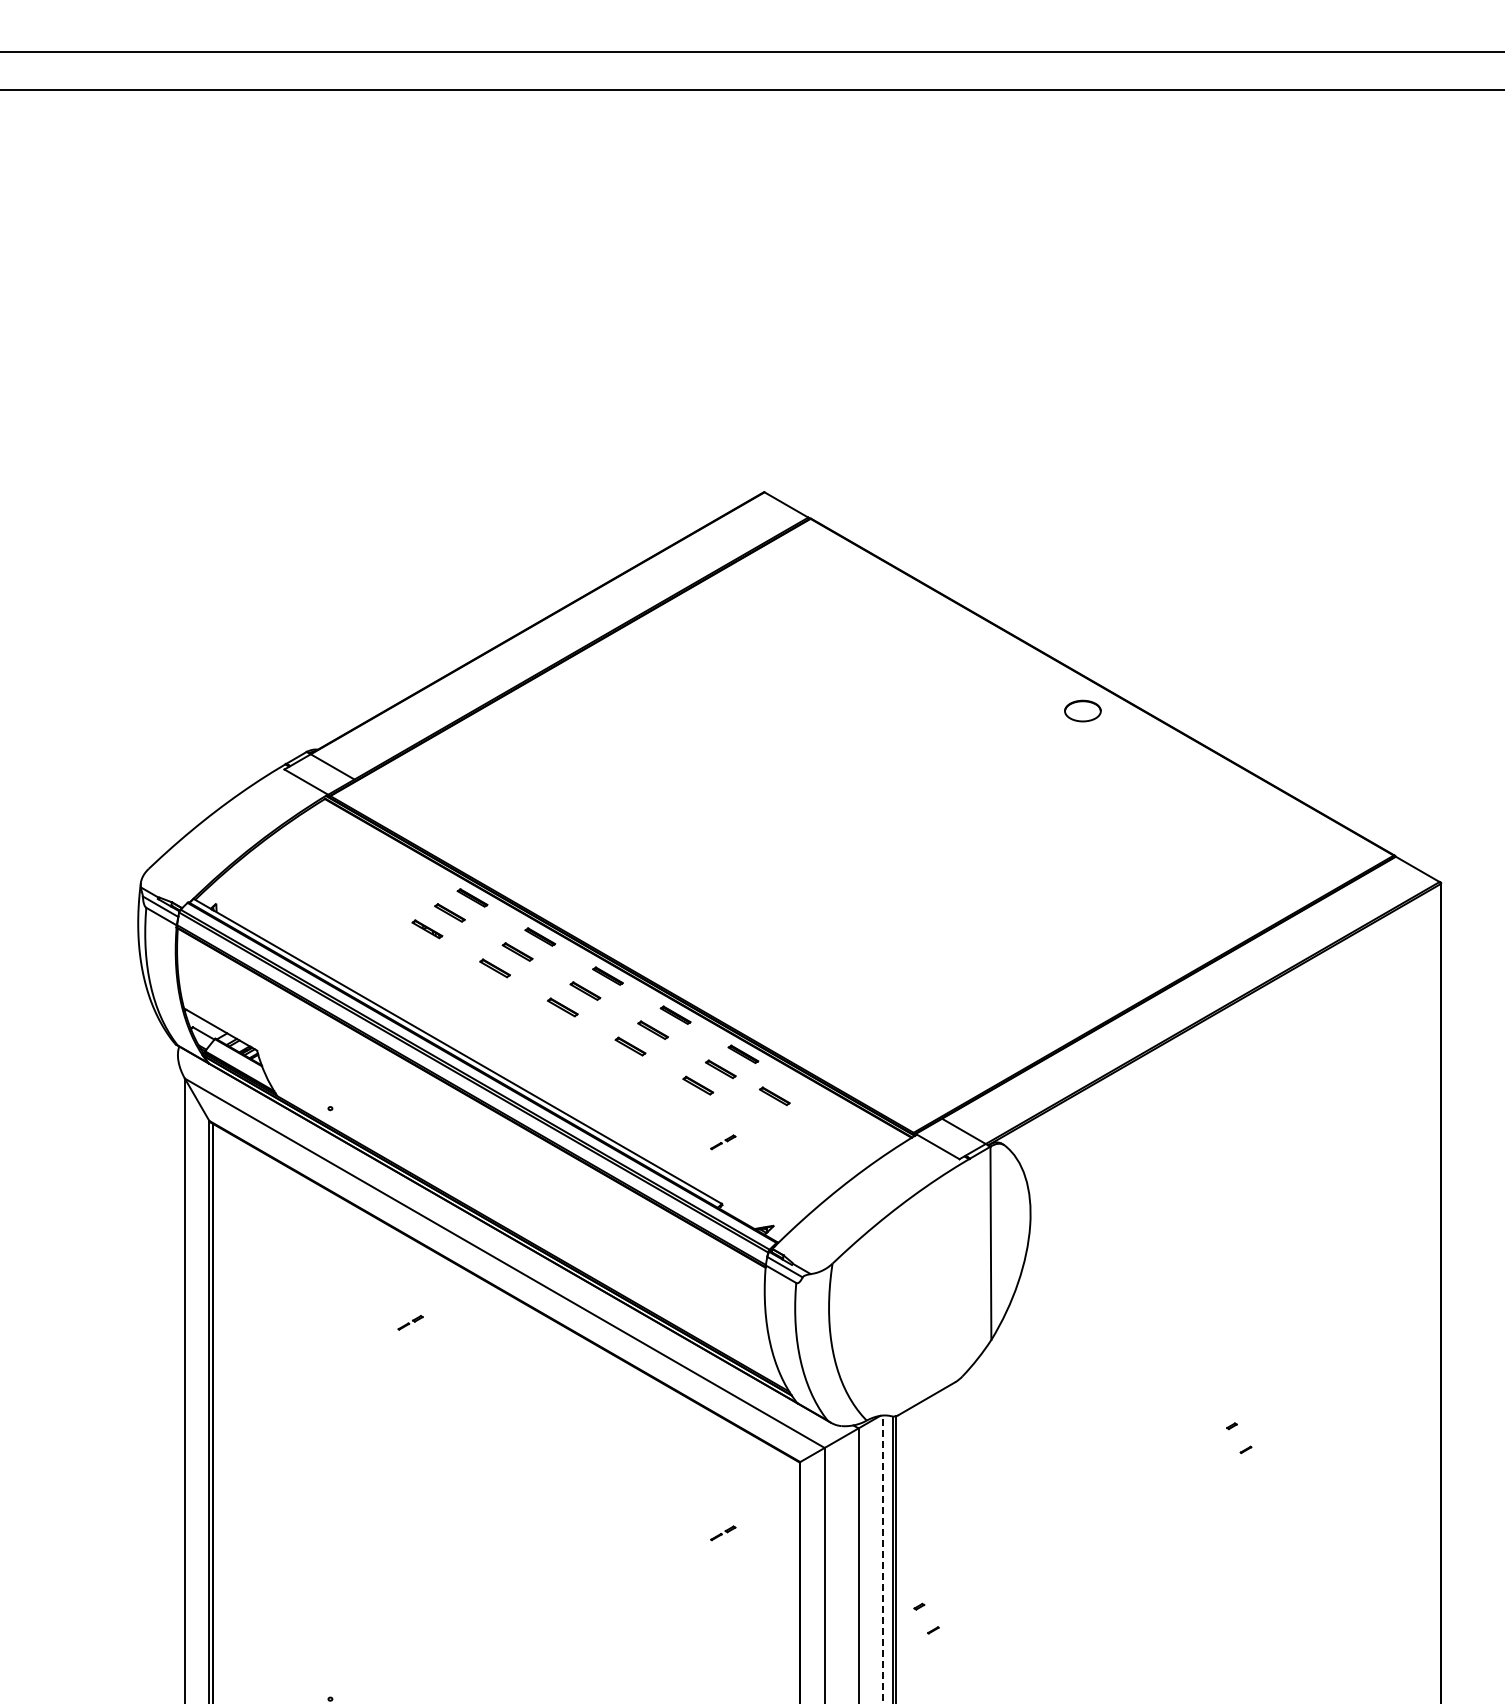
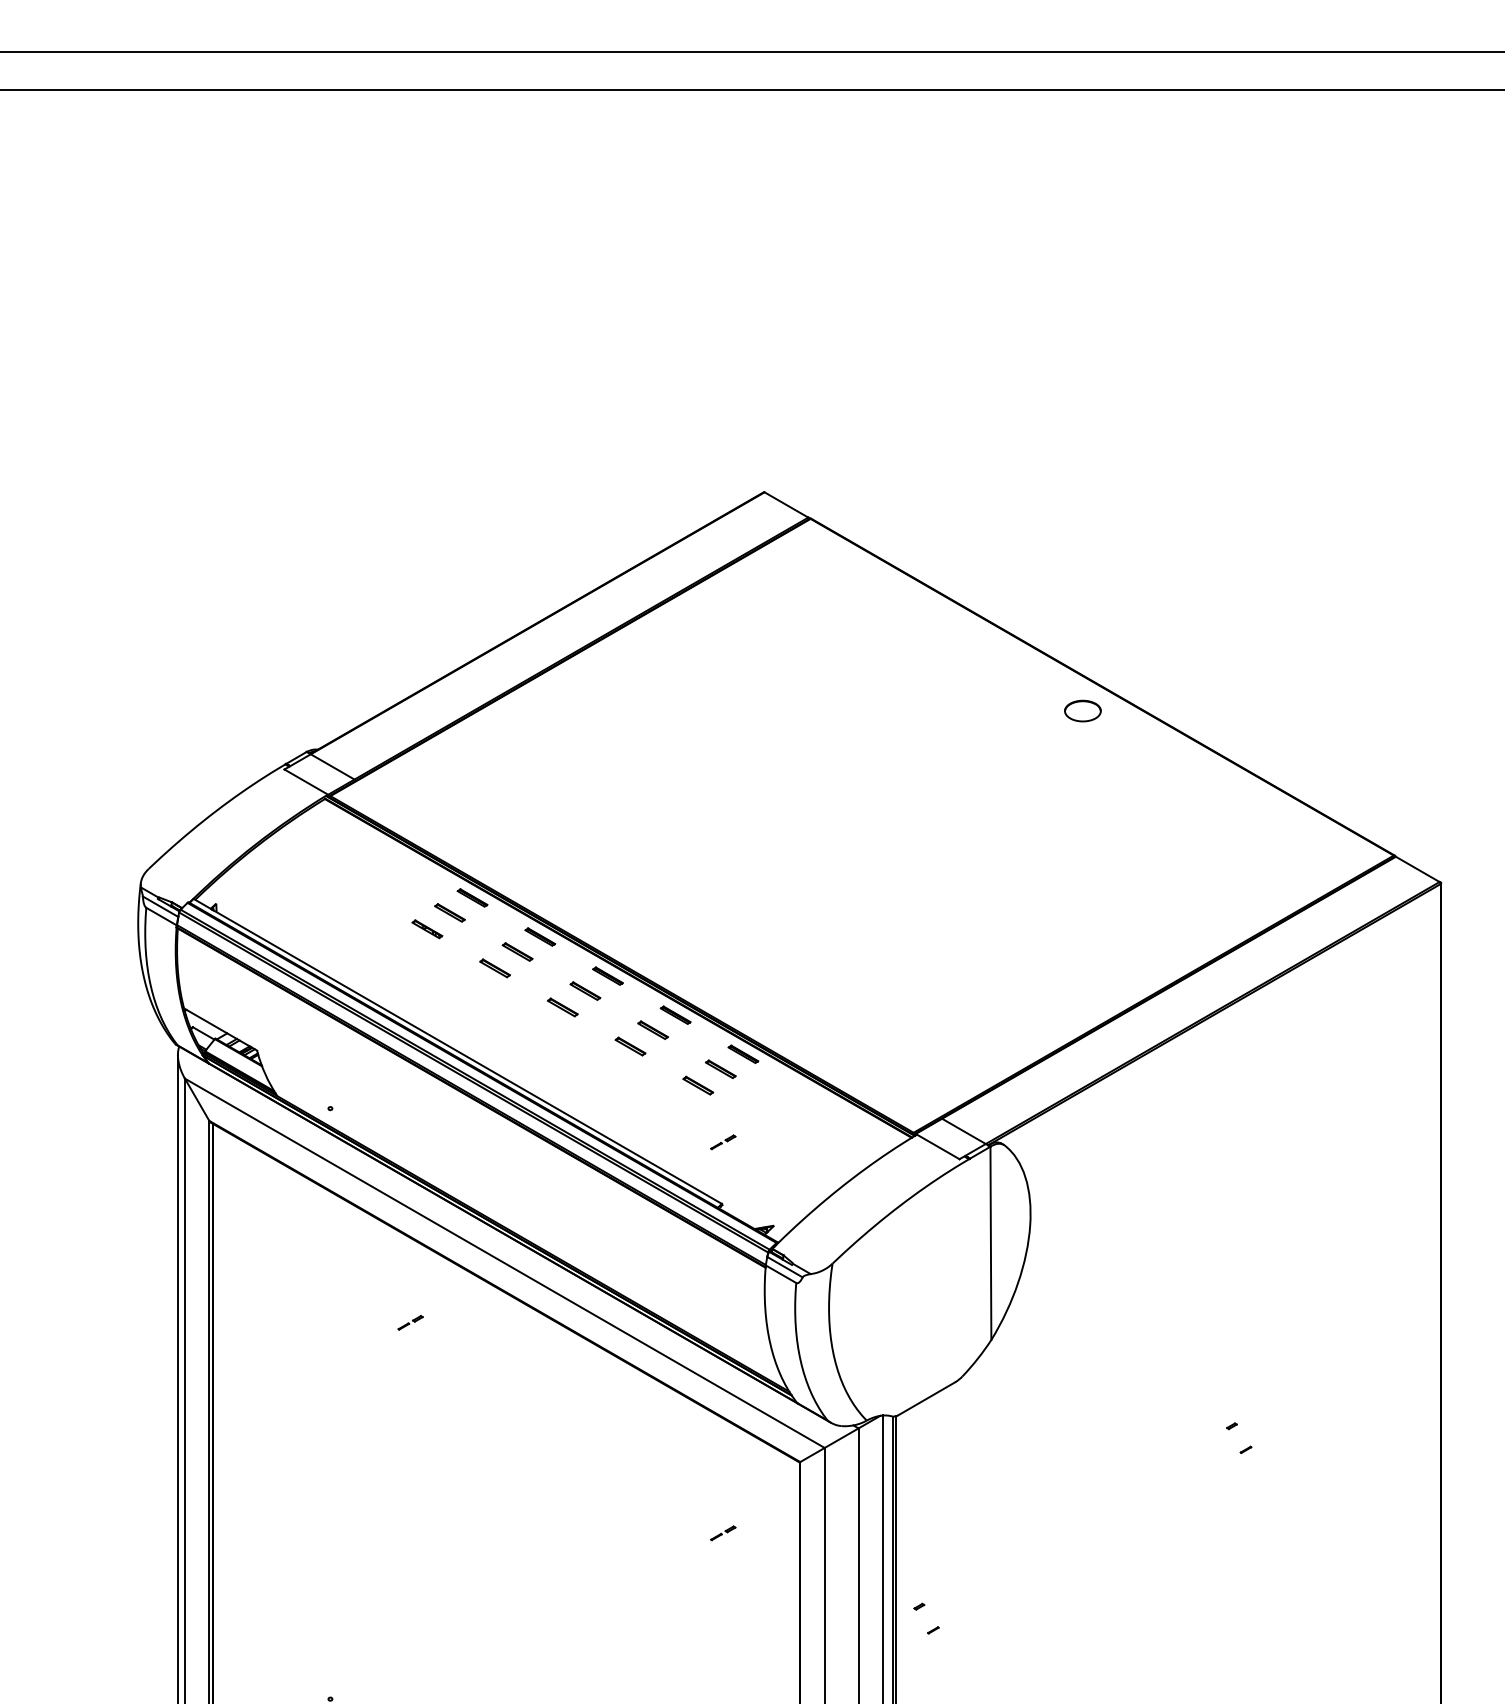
part at (774, 1095): present -> none
line at (177, 1377): none -> present
line at (883, 1559): dashed -> solid
